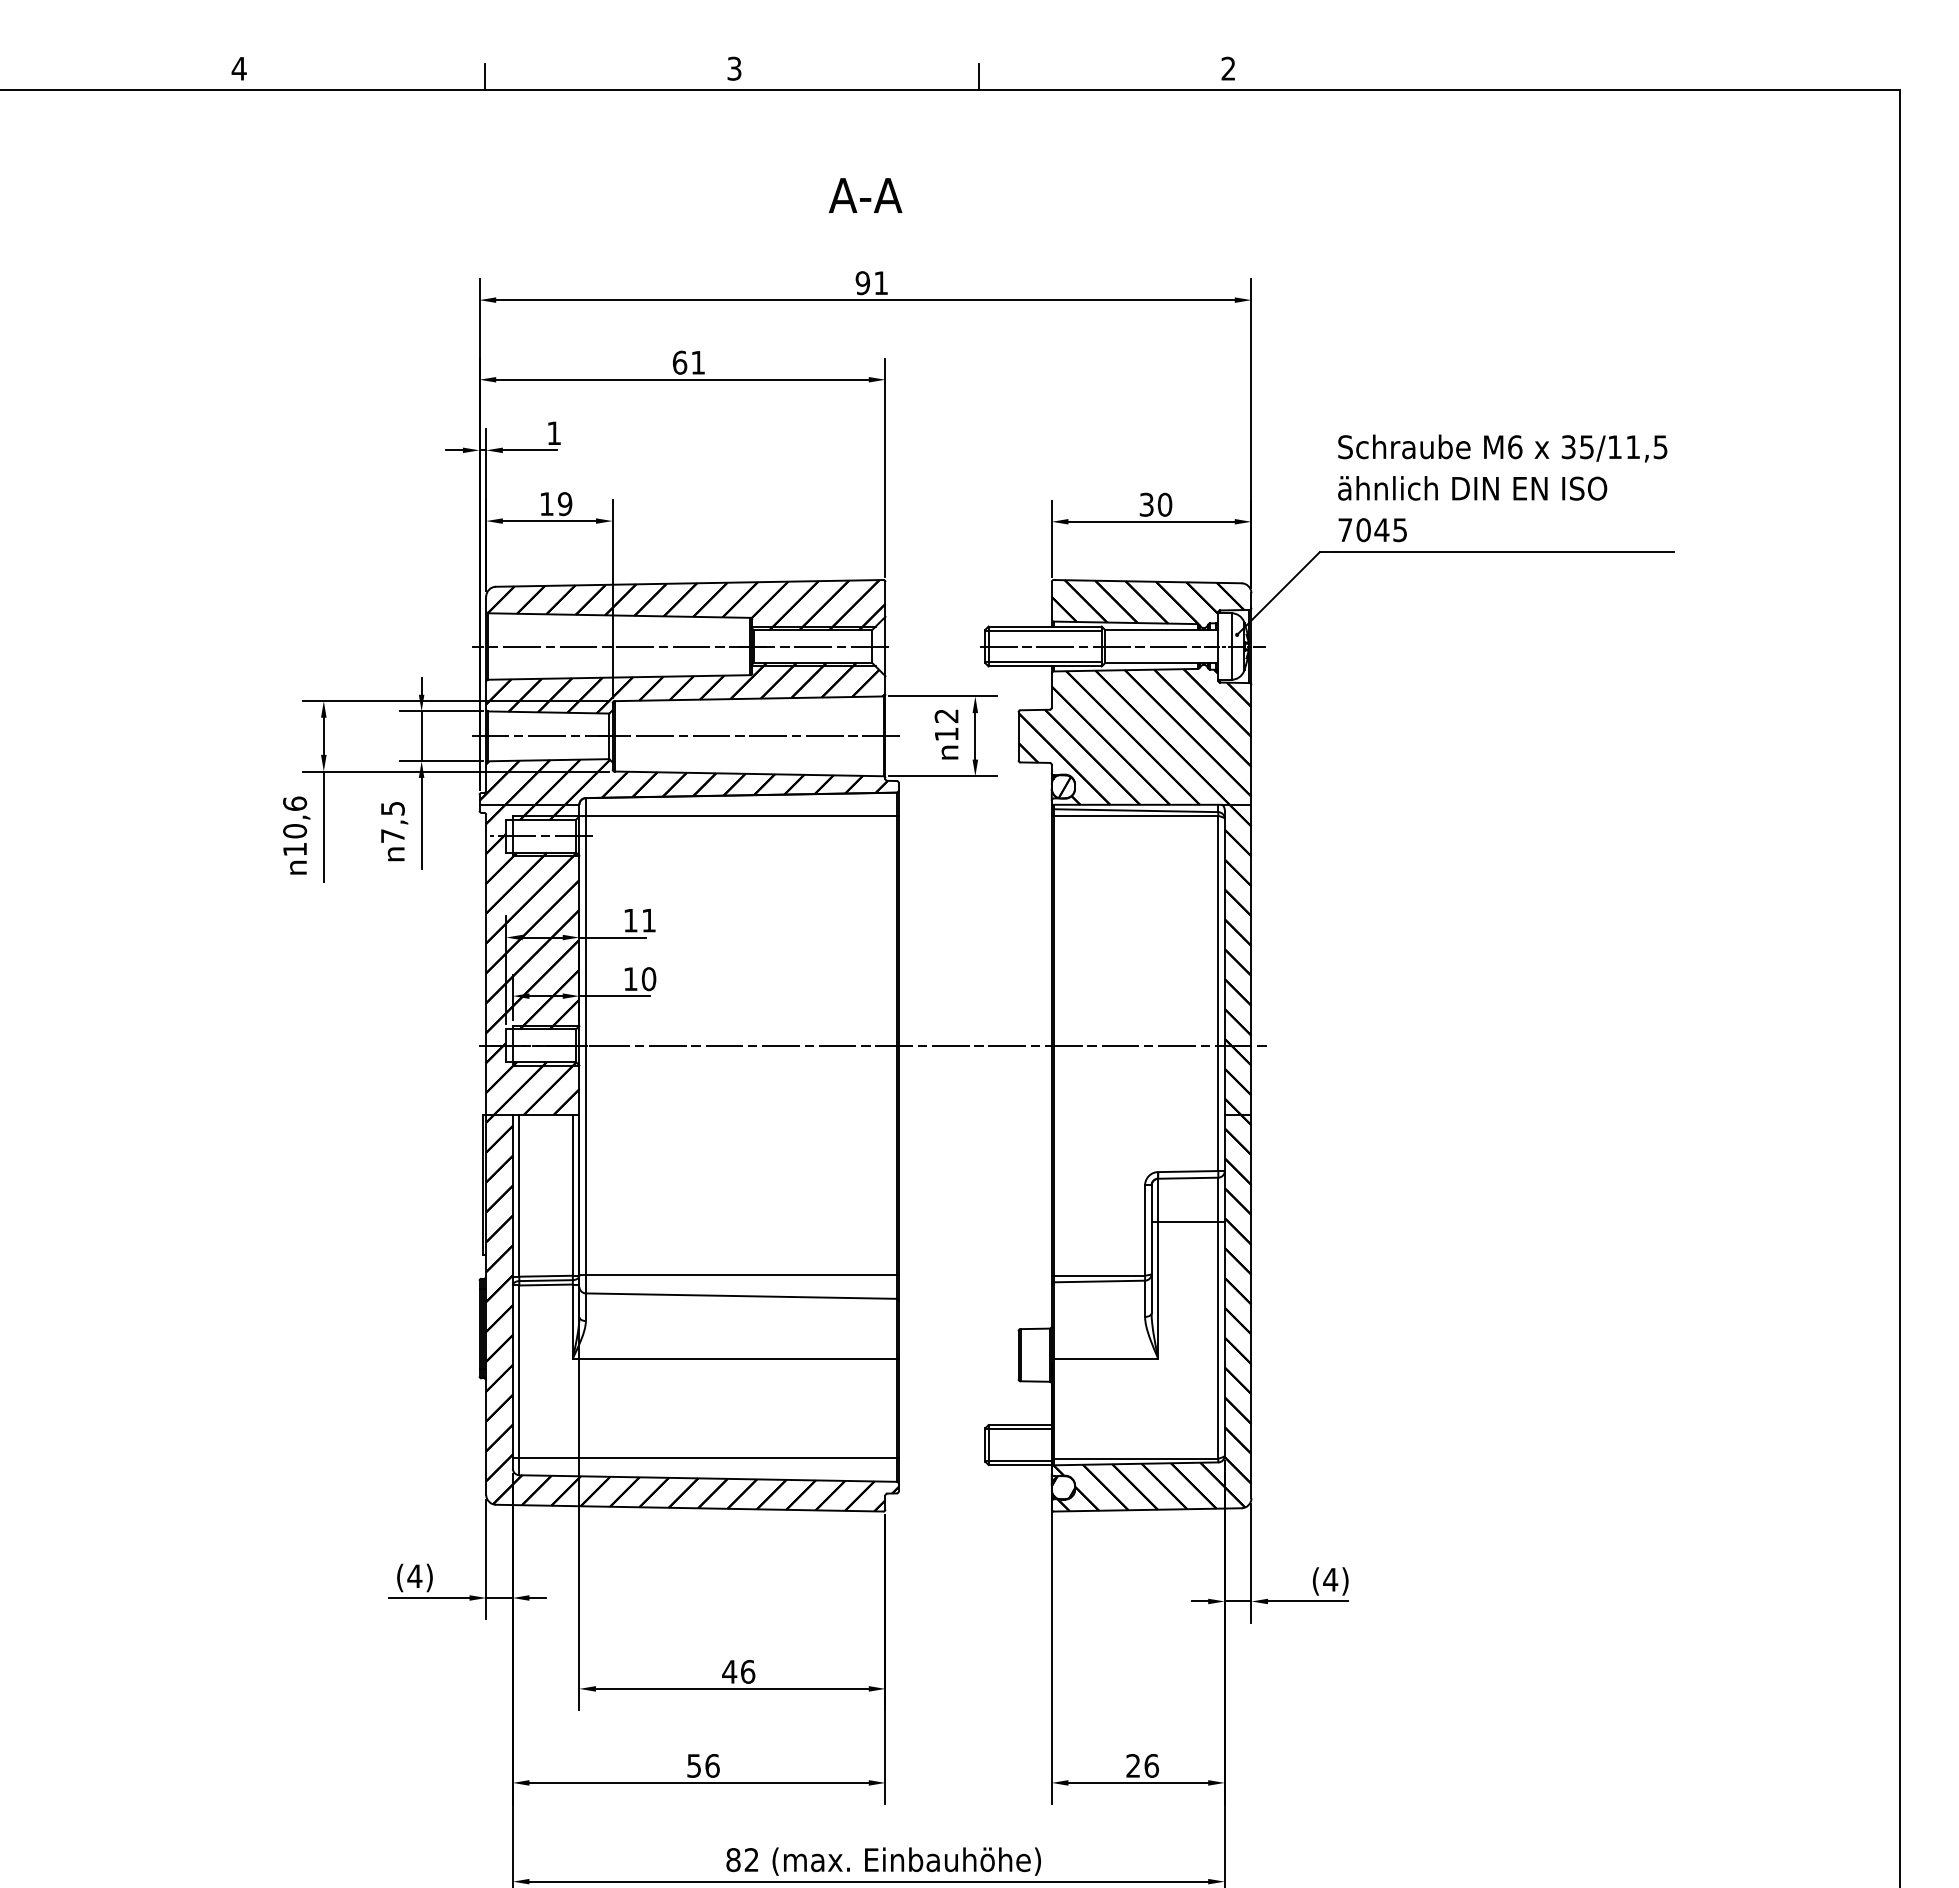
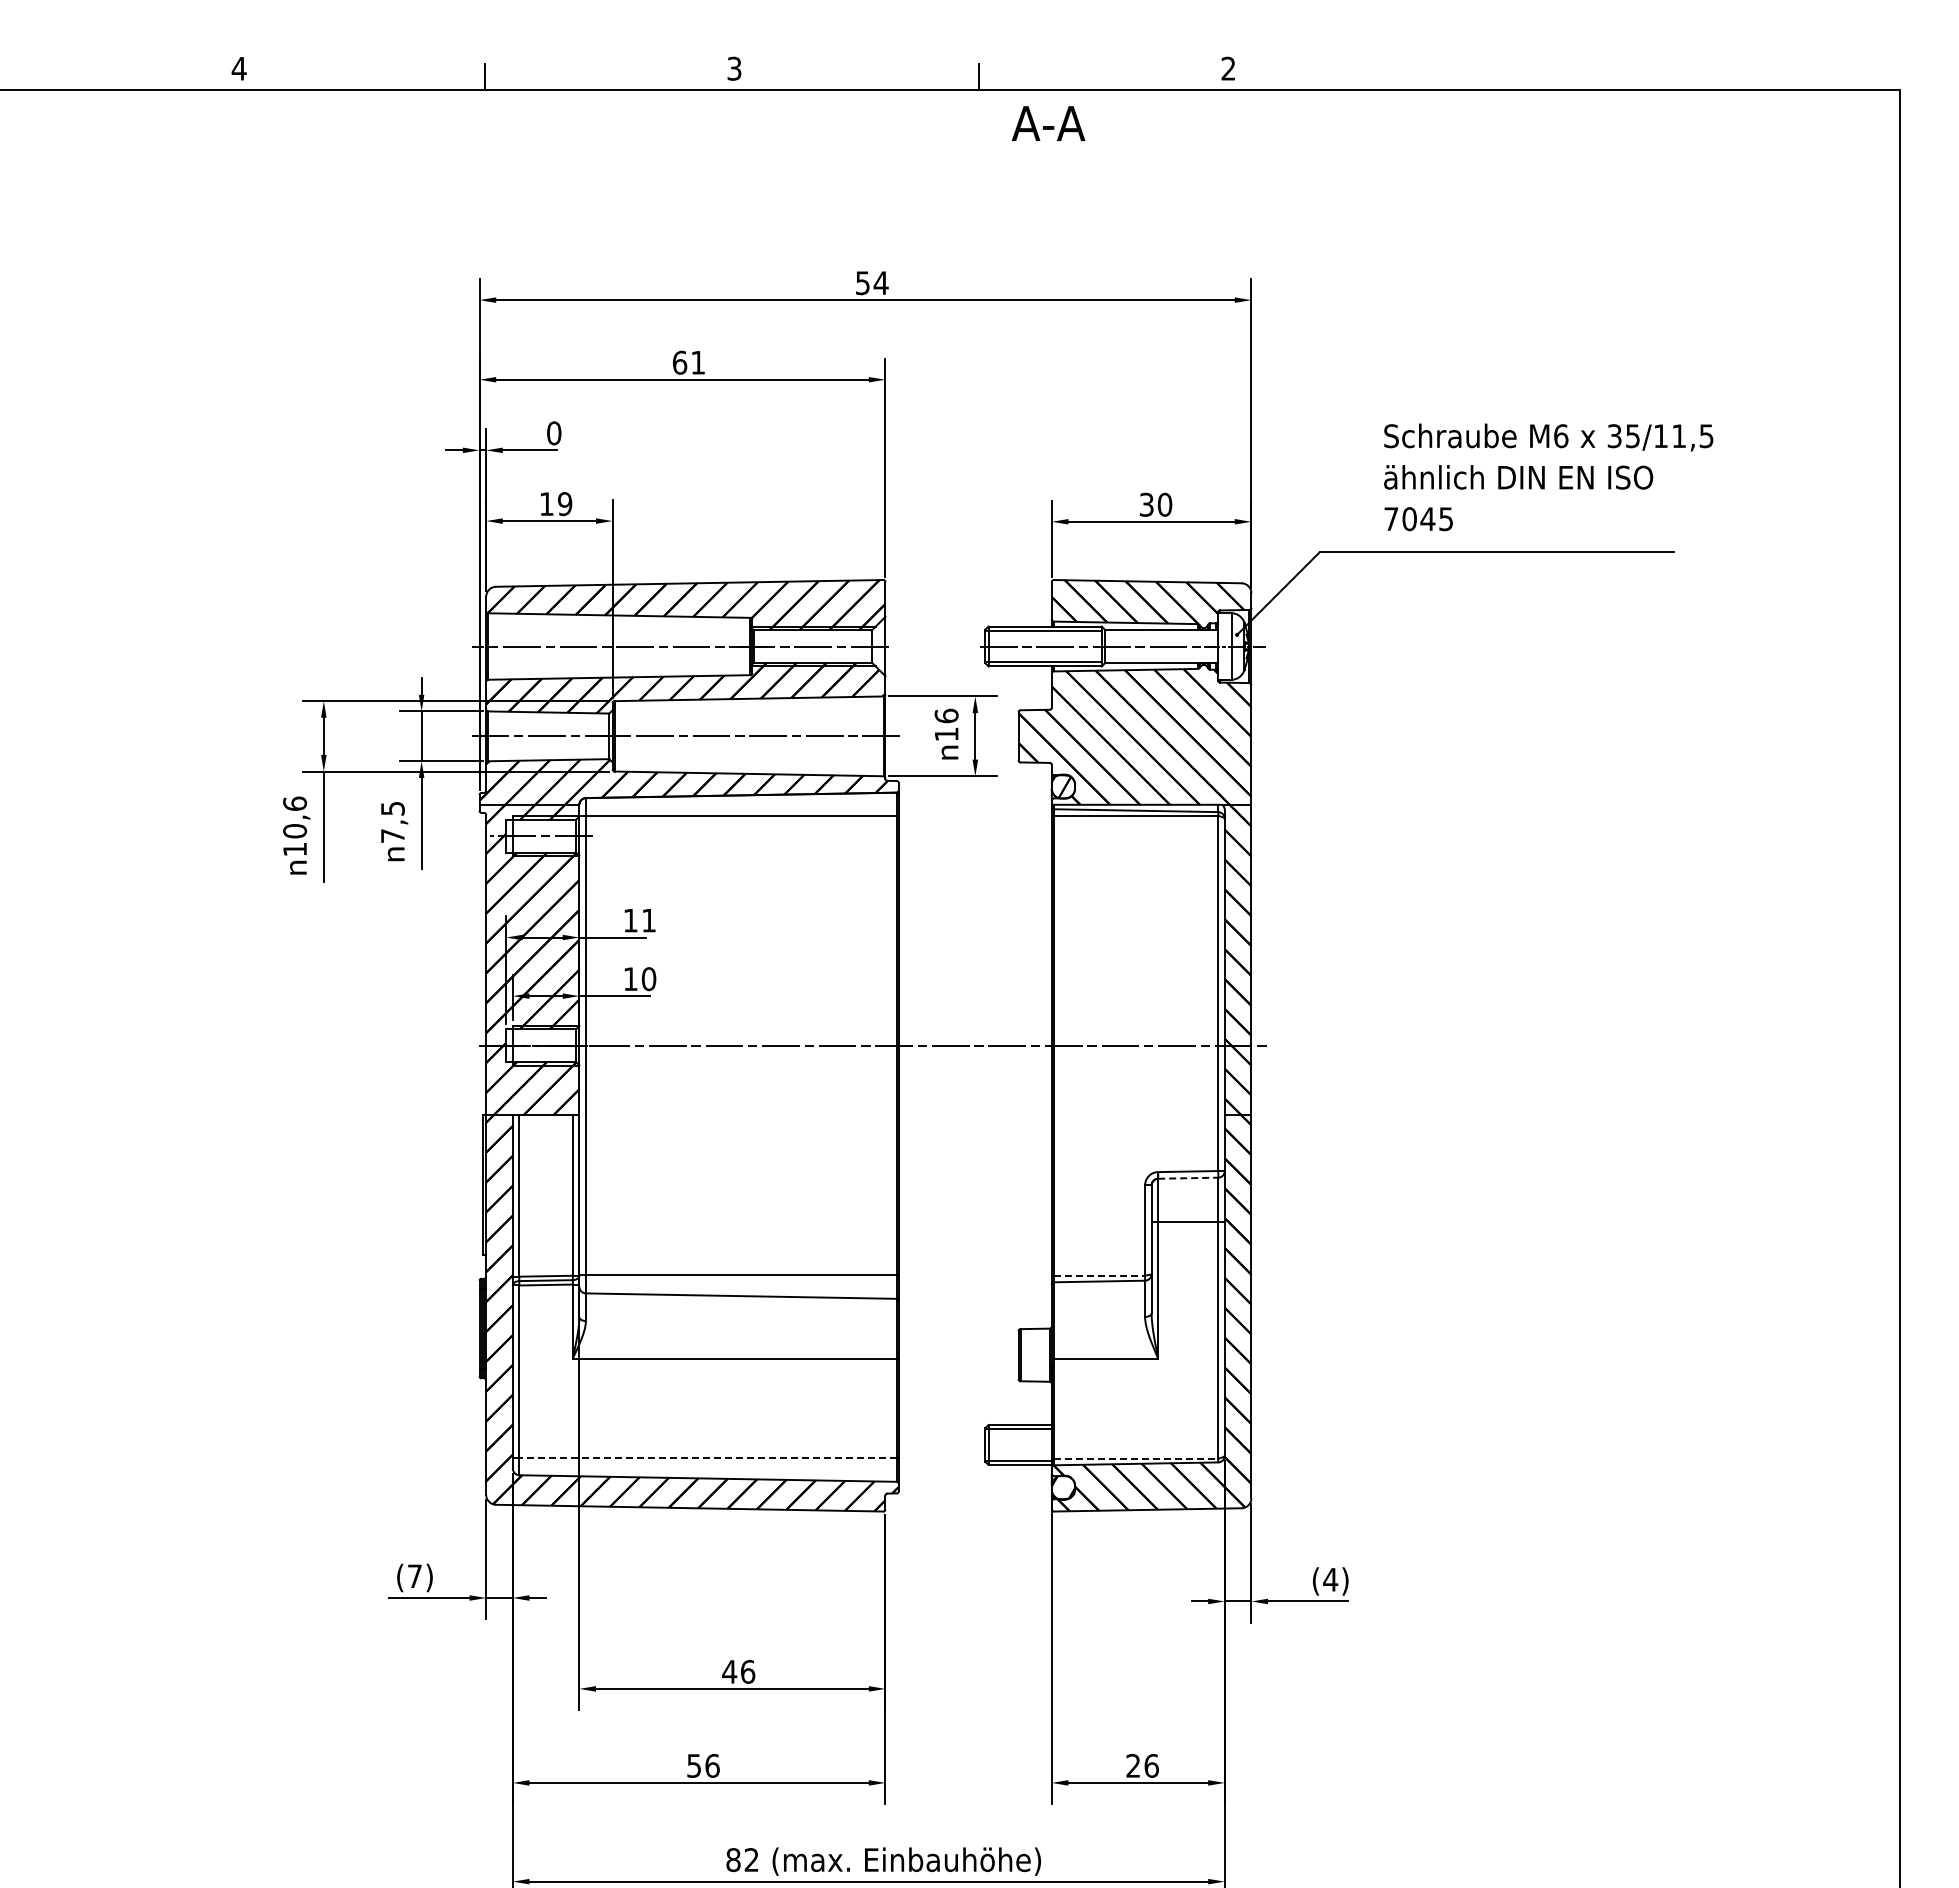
text at (865, 195) position: (865, 195) -> (1048, 123)
text at (871, 282): 91 -> 54
text at (554, 433): 1 -> 0
text at (1502, 488) position: (1502, 488) -> (1548, 477)
text at (946, 715): 12 -> 16
line at (1188, 1178): solid -> dashed
line at (1099, 1275): solid -> dashed
line at (708, 1458): solid -> dashed
line at (1136, 1458): solid -> dashed
text at (414, 1575): (4) -> (7)
